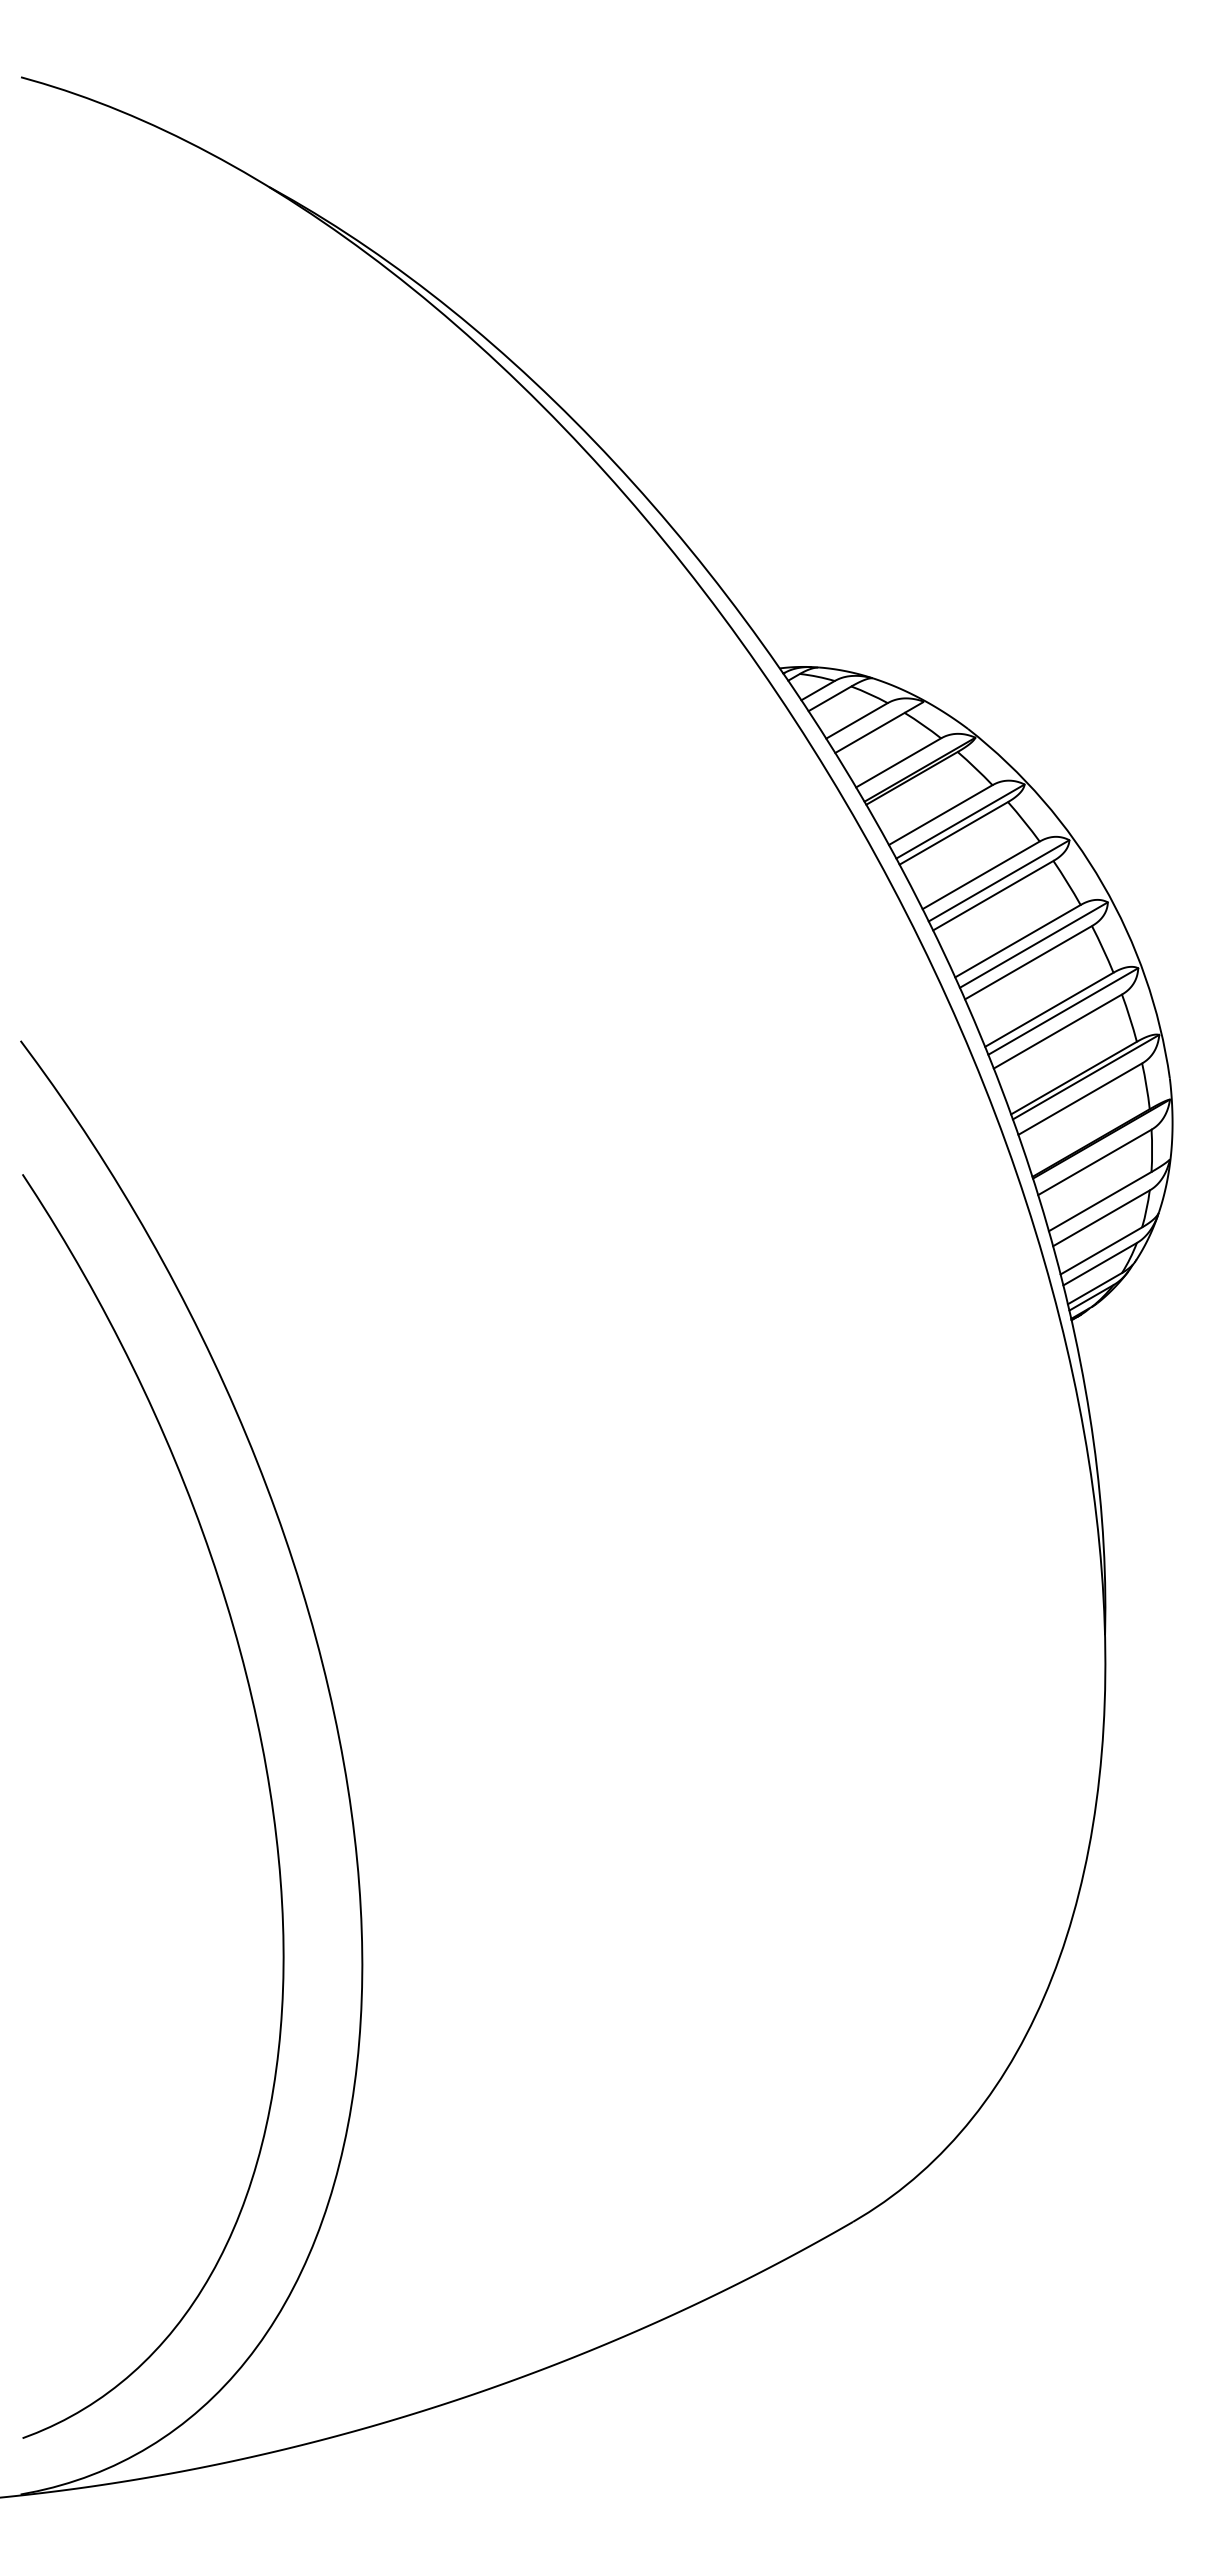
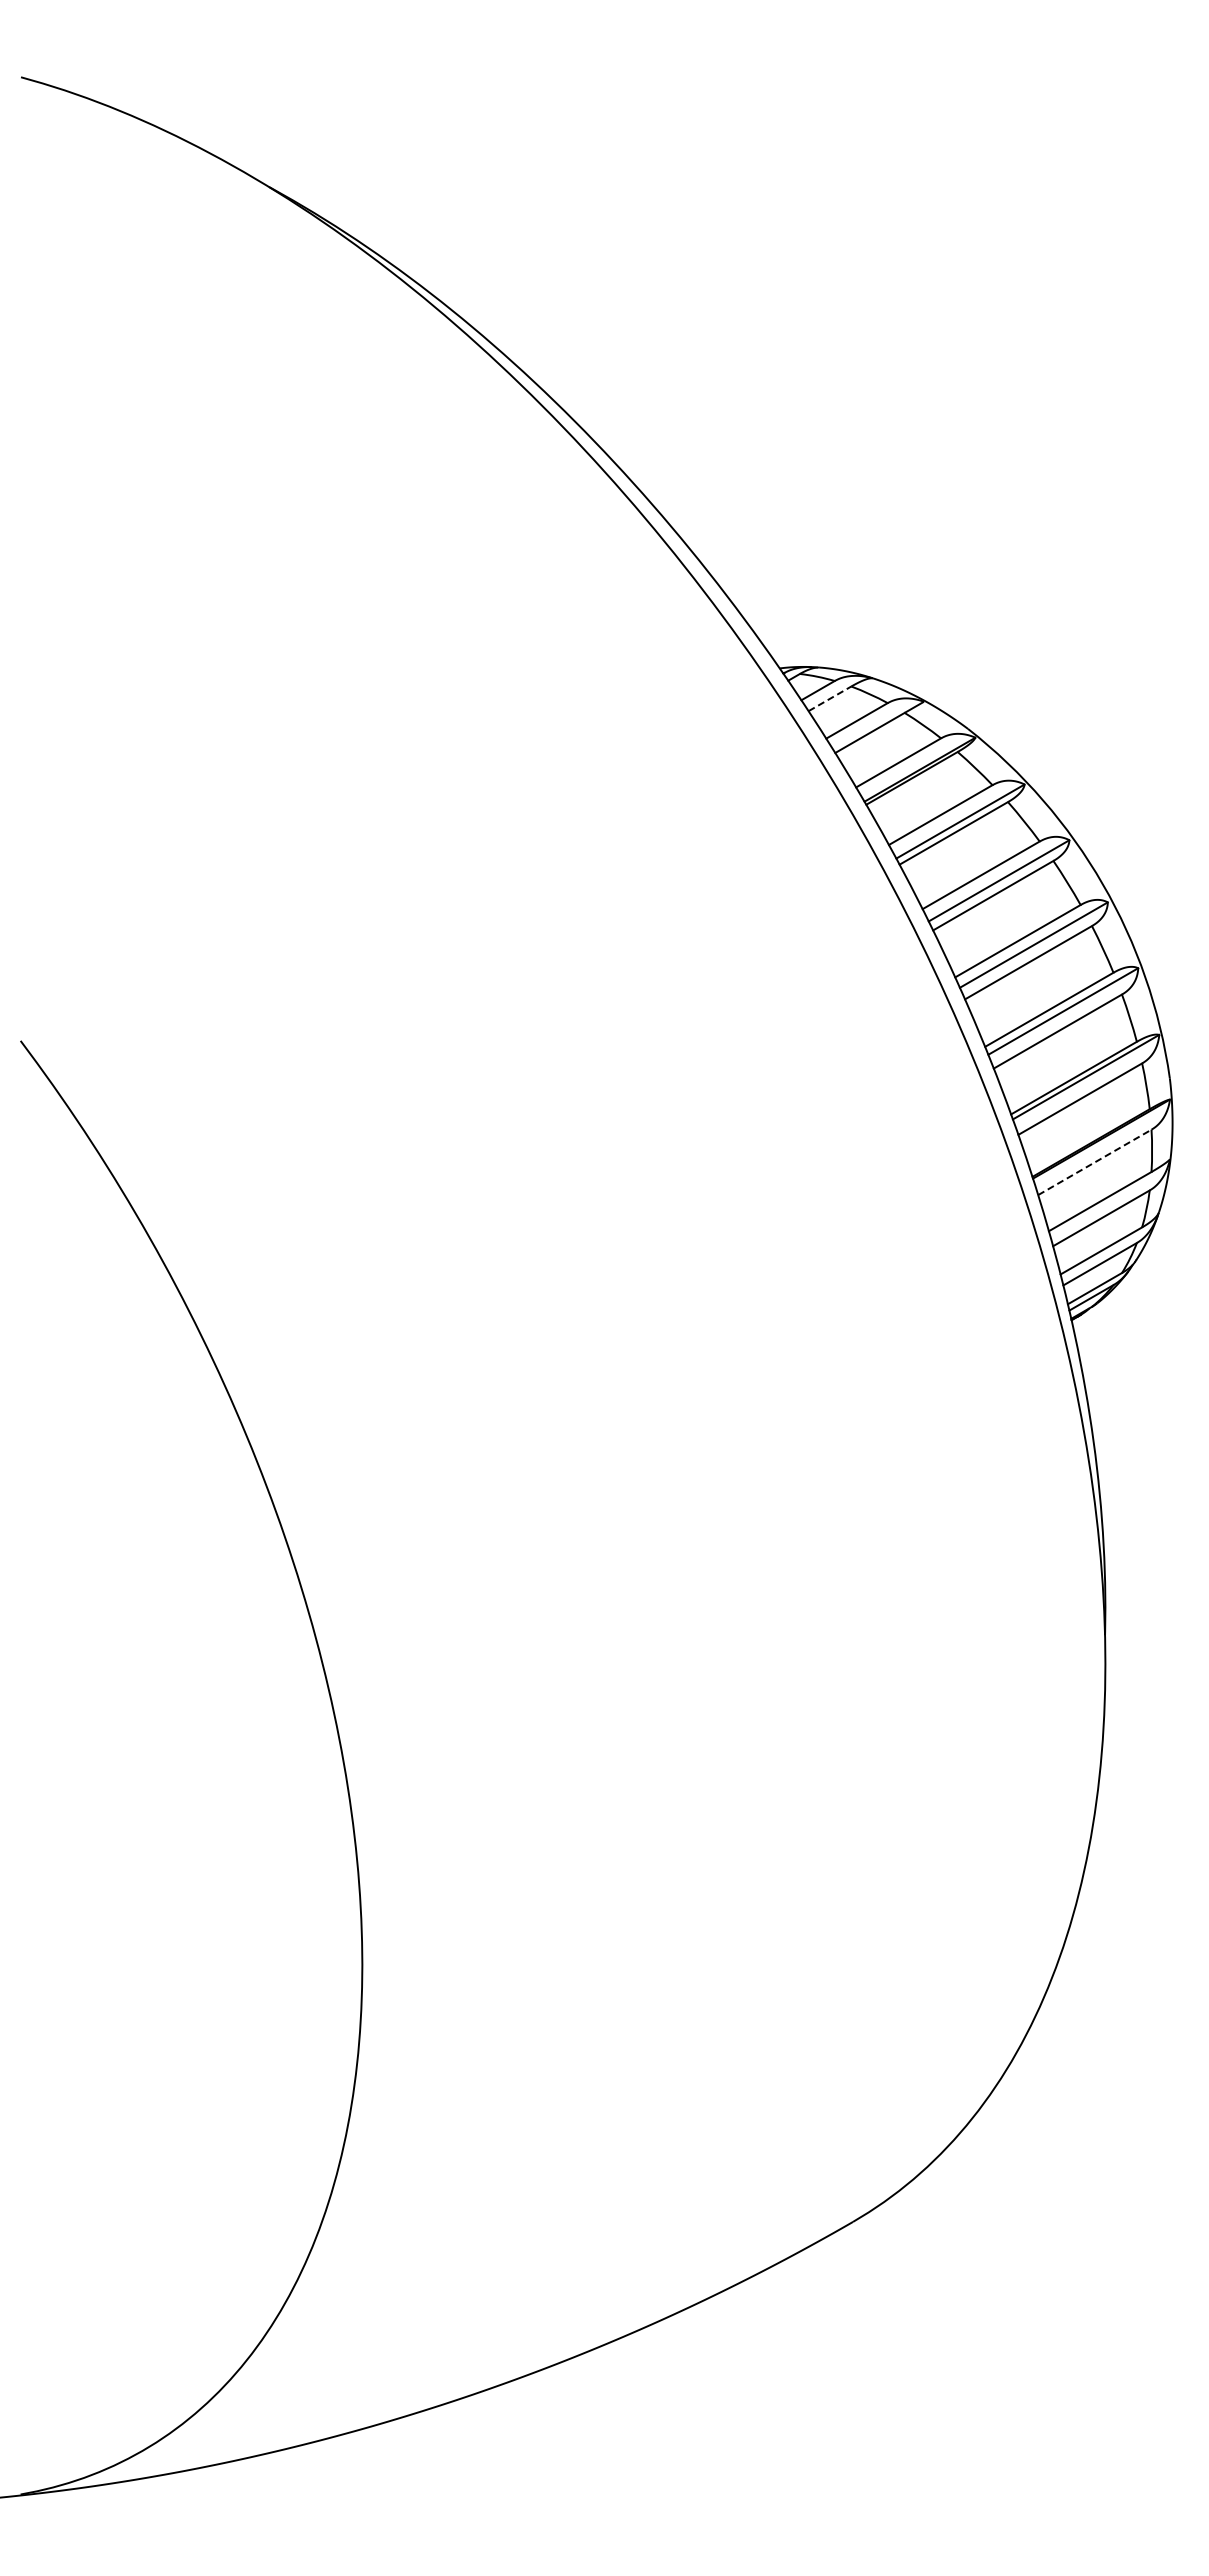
line at (829, 698): solid -> dashed
line at (1095, 1162): solid -> dashed
curve at (268, 1788): present -> none
